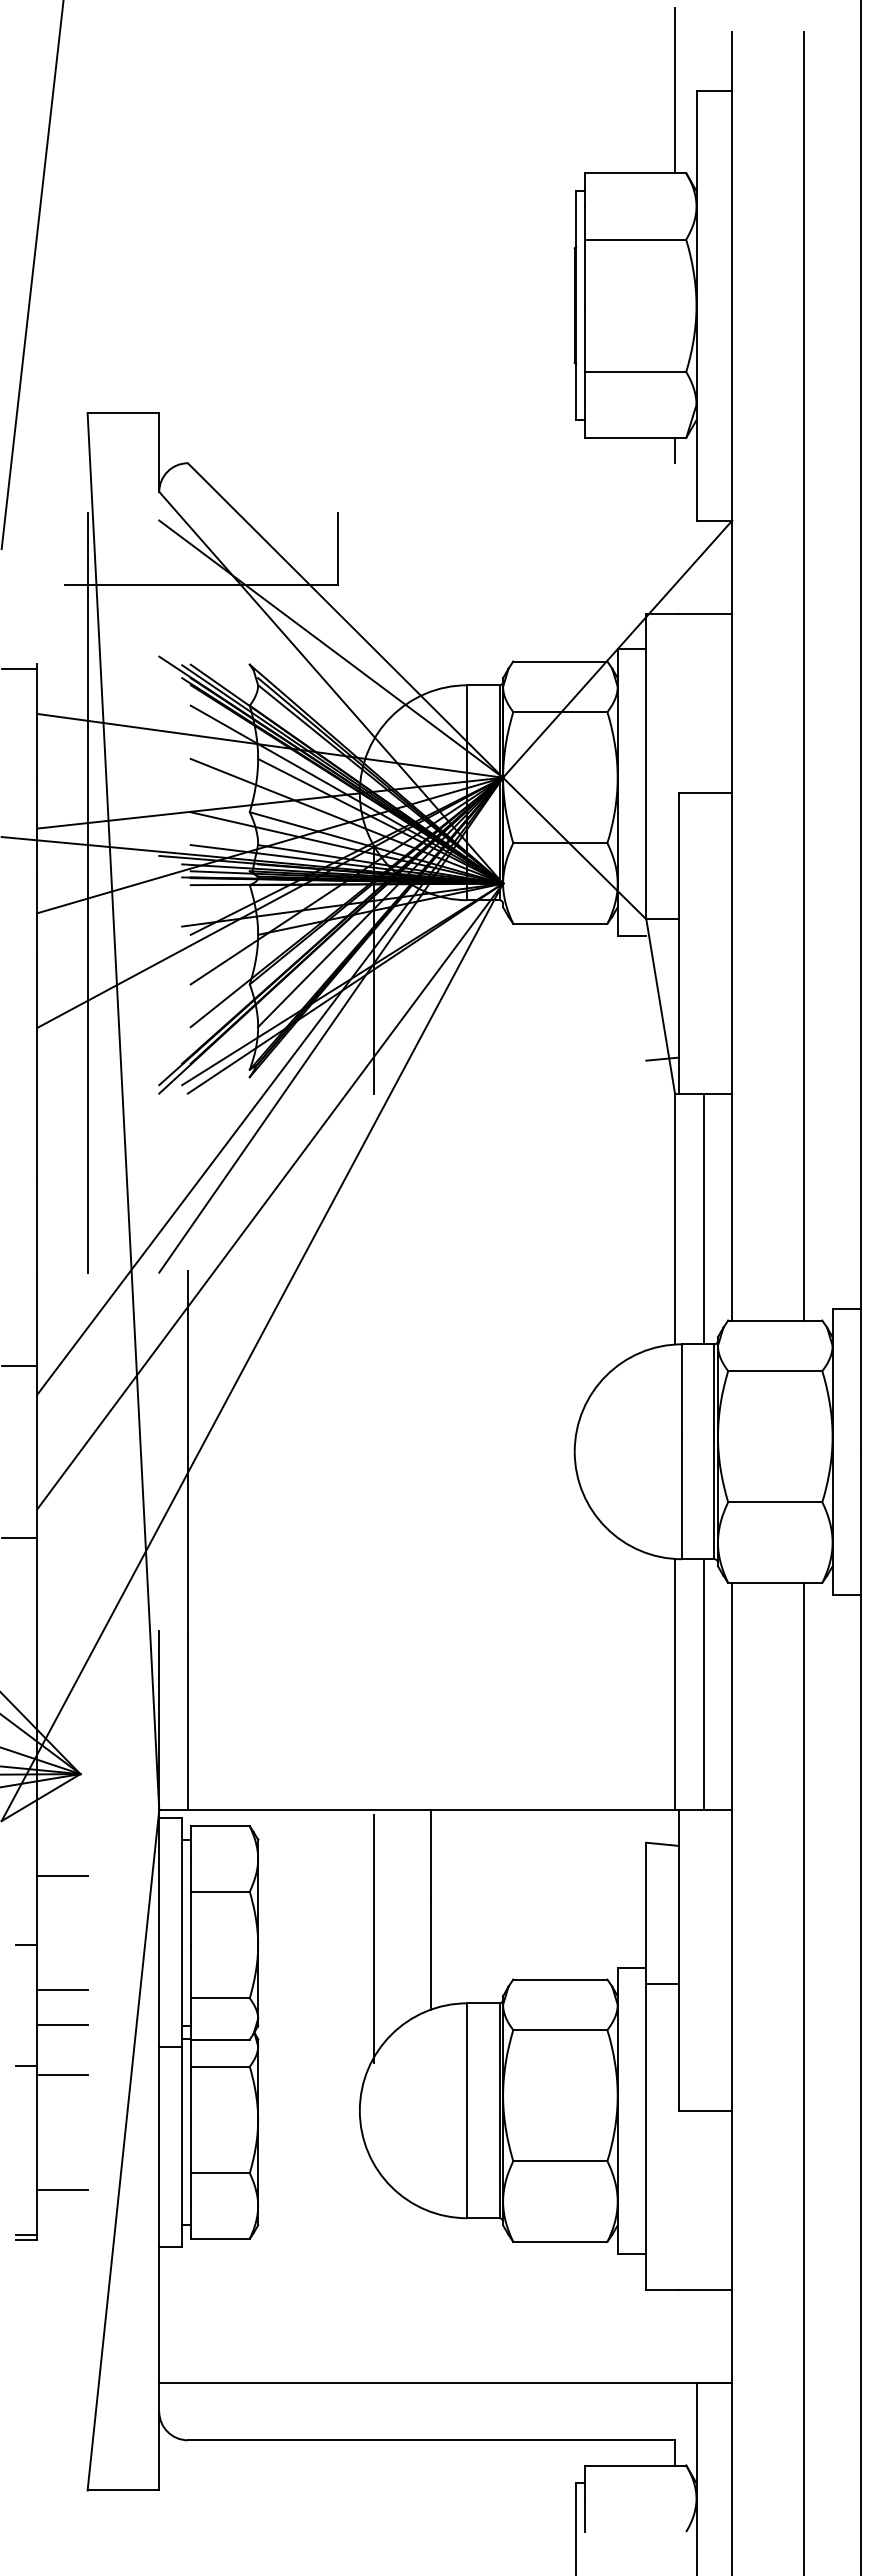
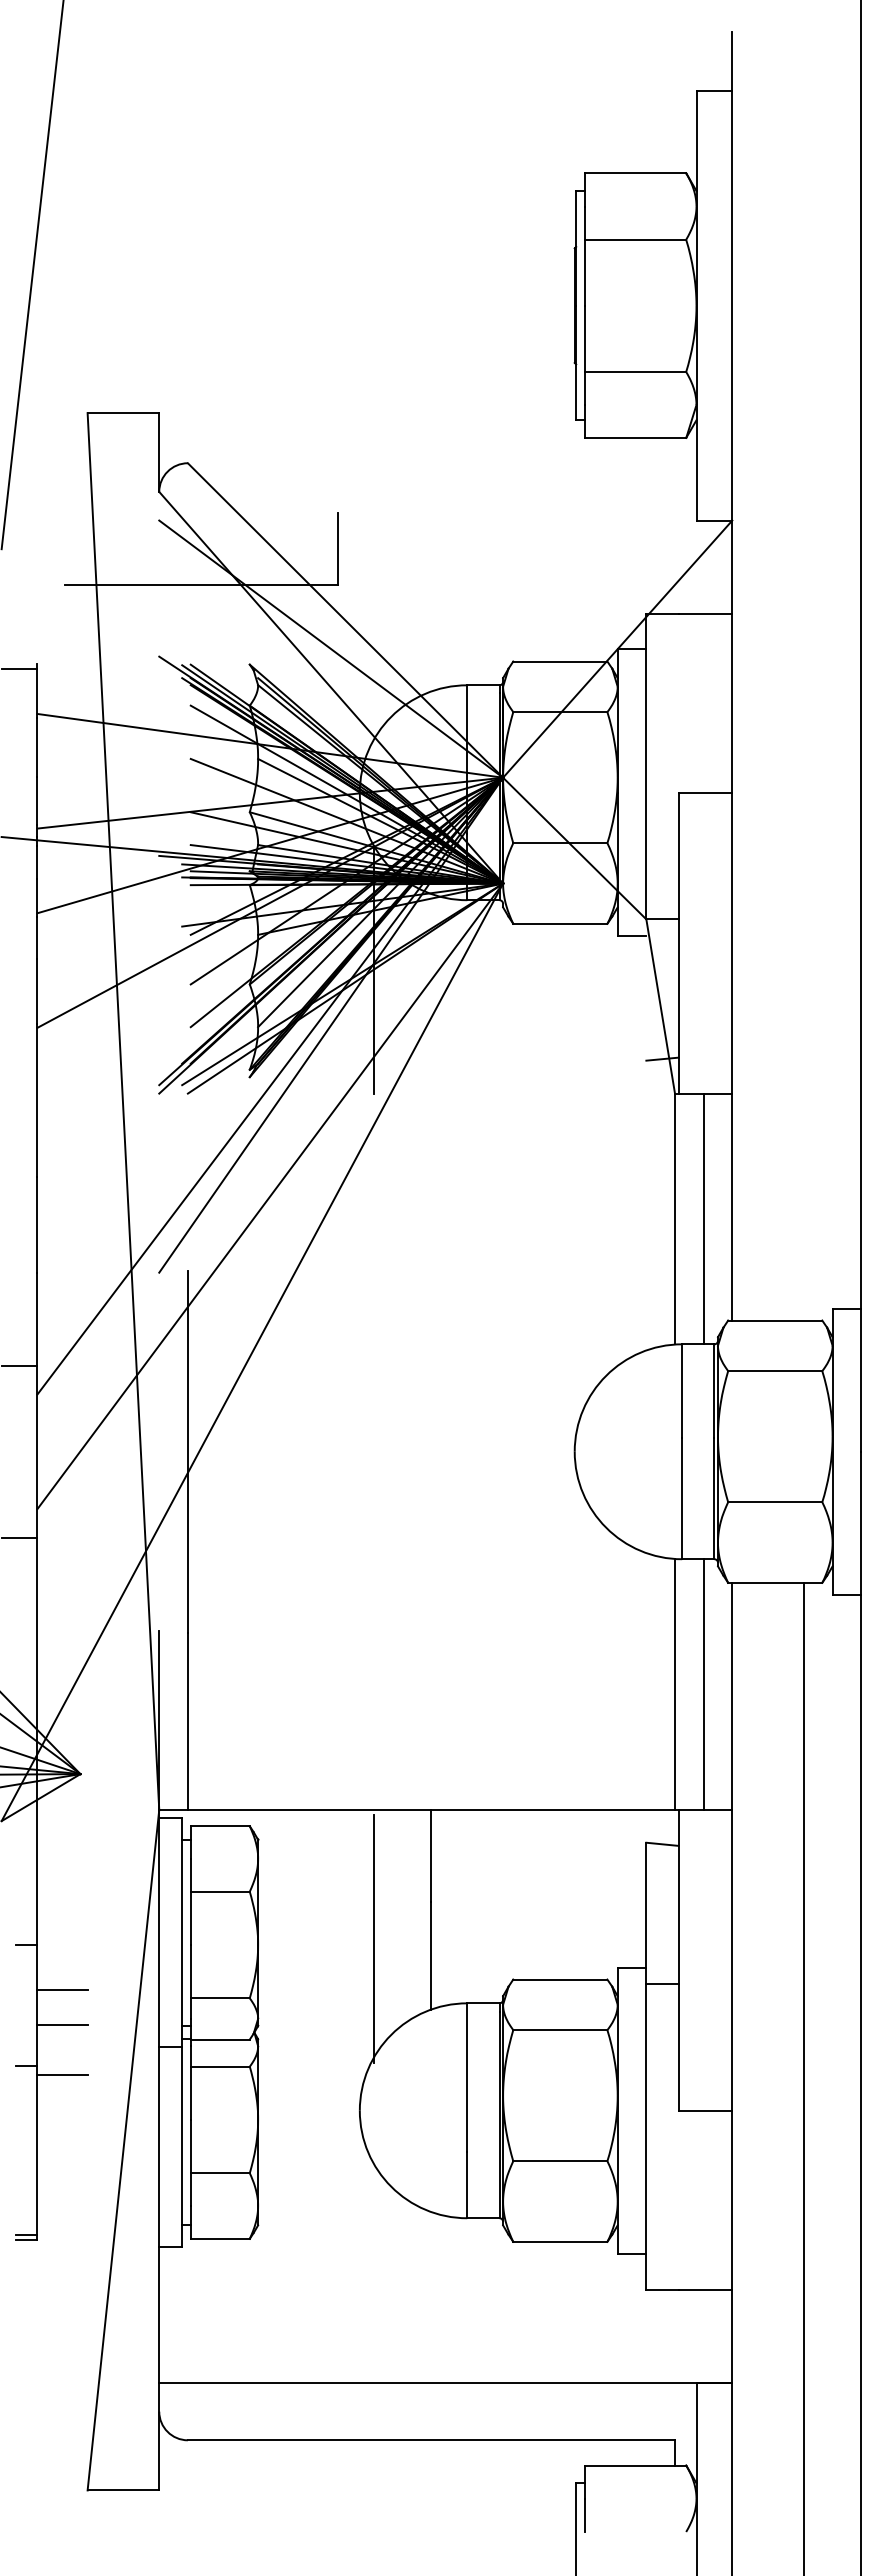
line at (675, 90): present -> none
line at (675, 450): present -> none
line at (803, 676): present -> none
line at (87, 892): present -> none
line at (62, 1875): present -> none
line at (62, 2189): present -> none
